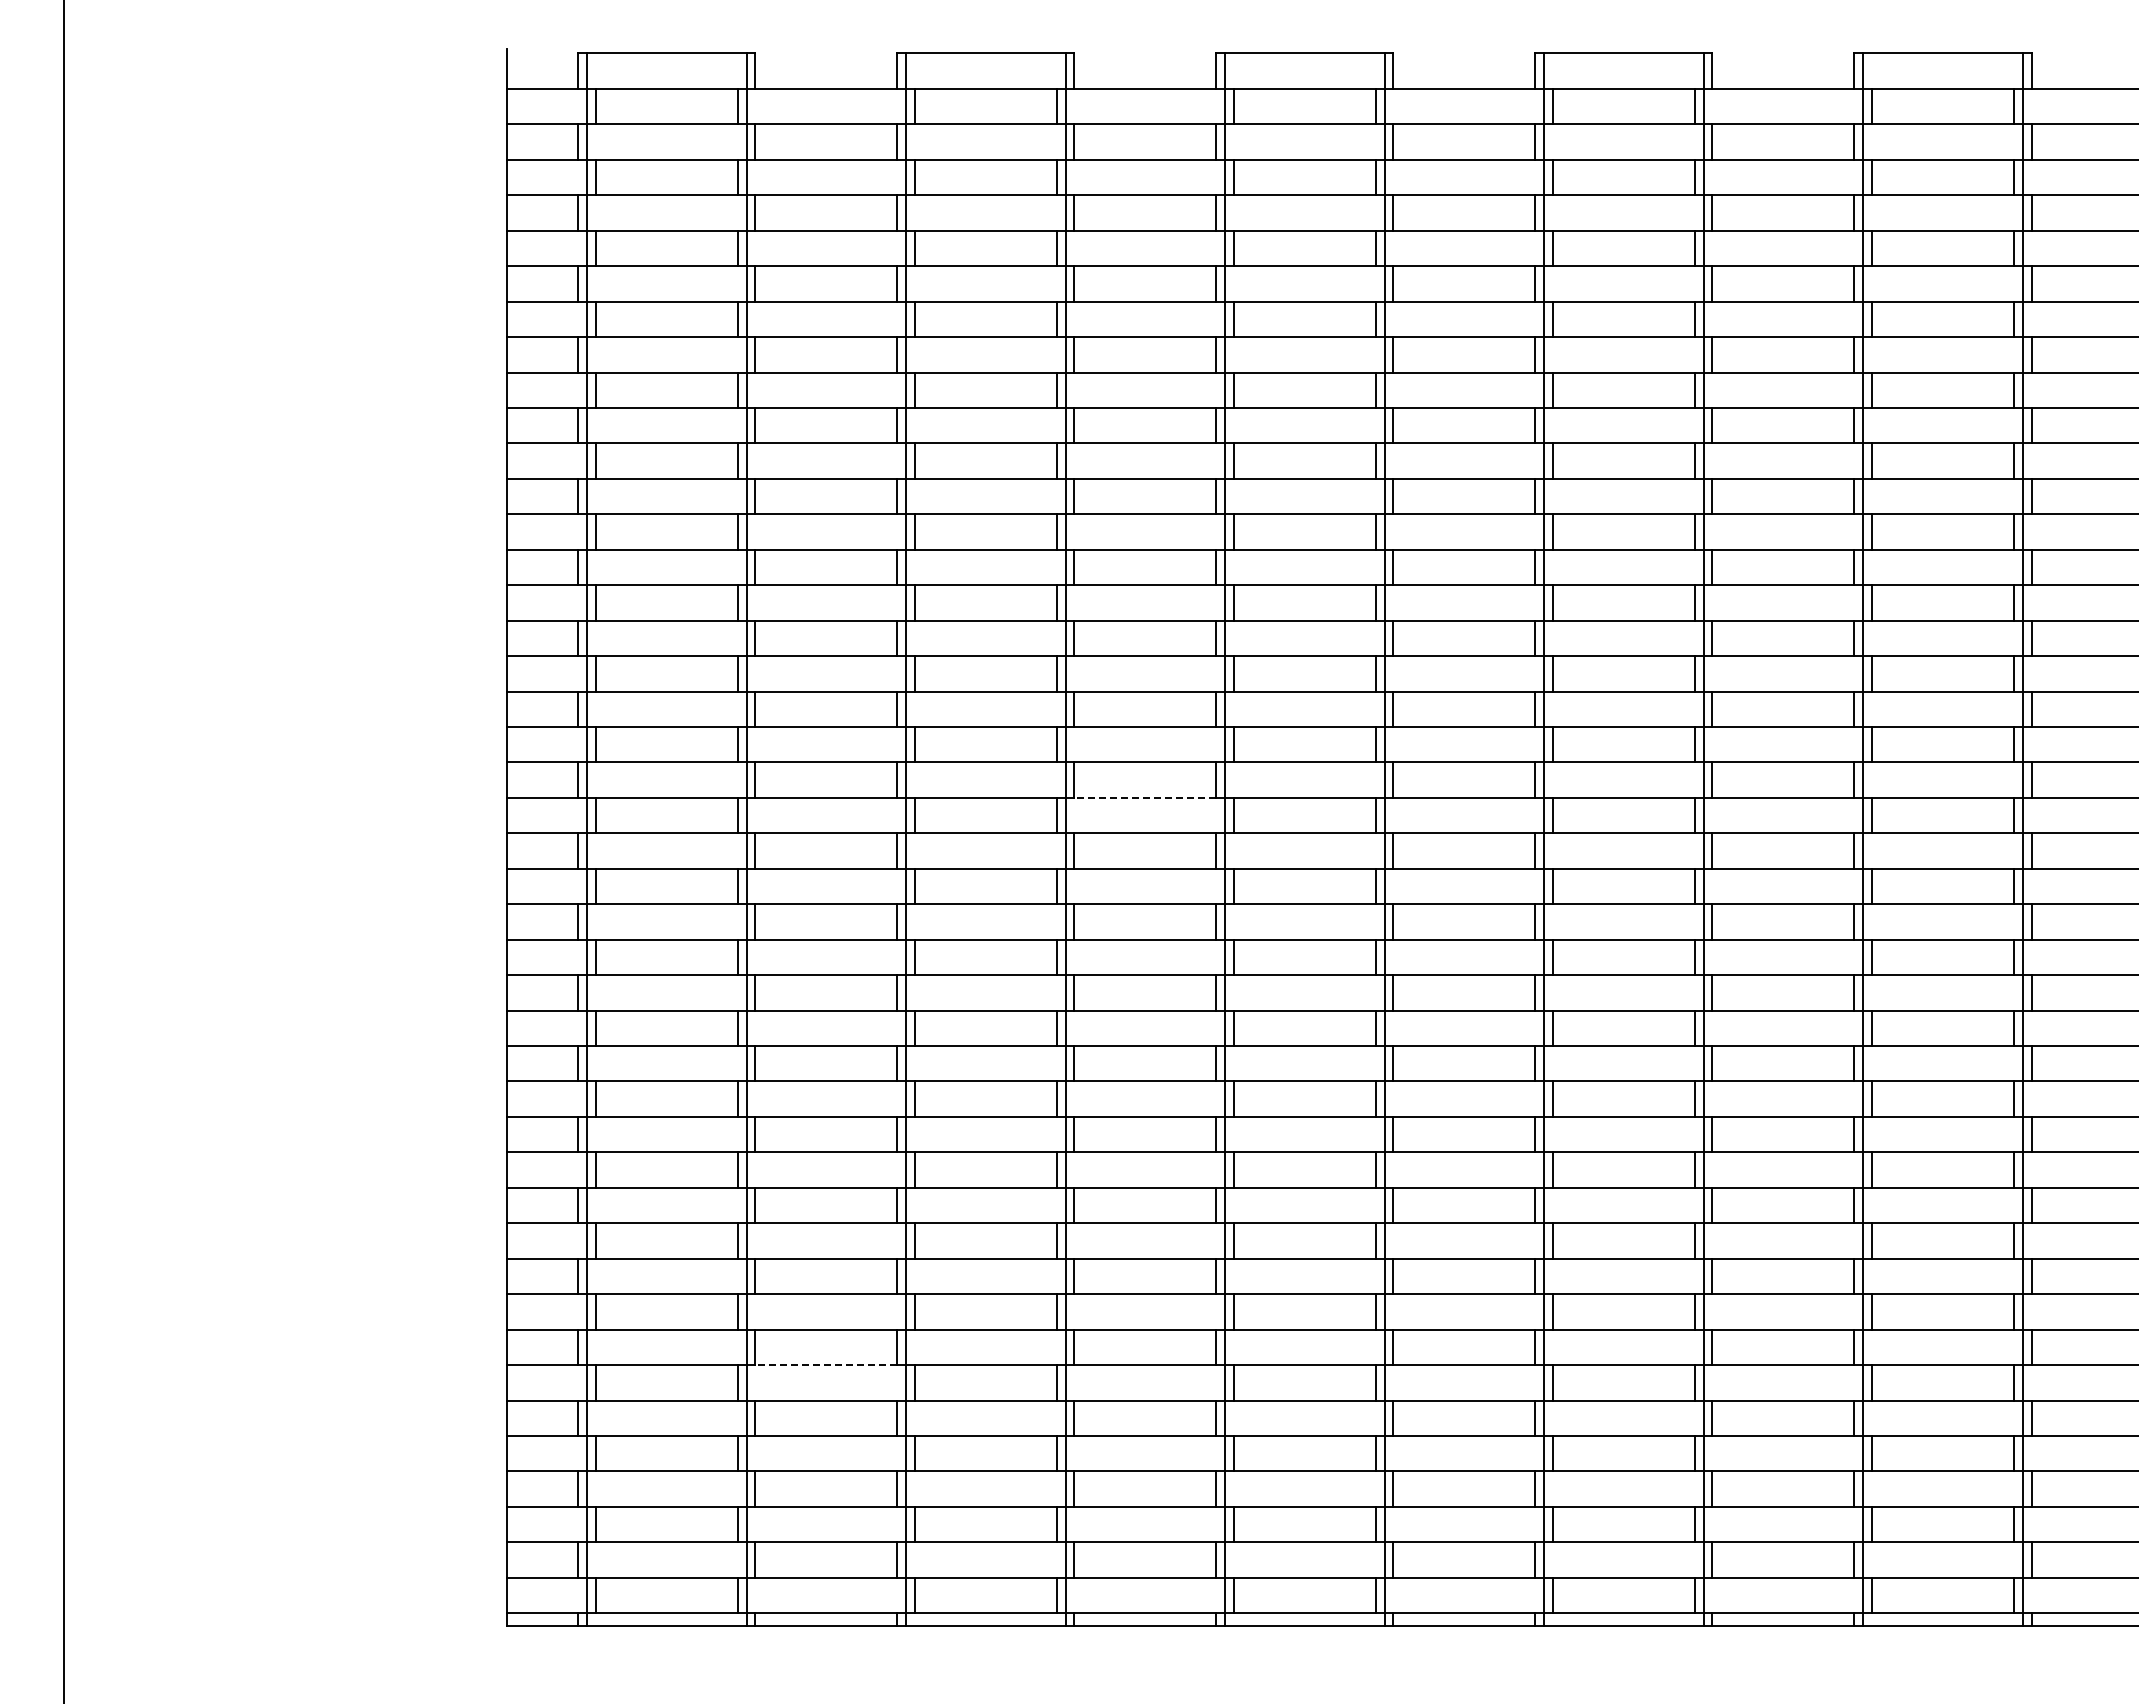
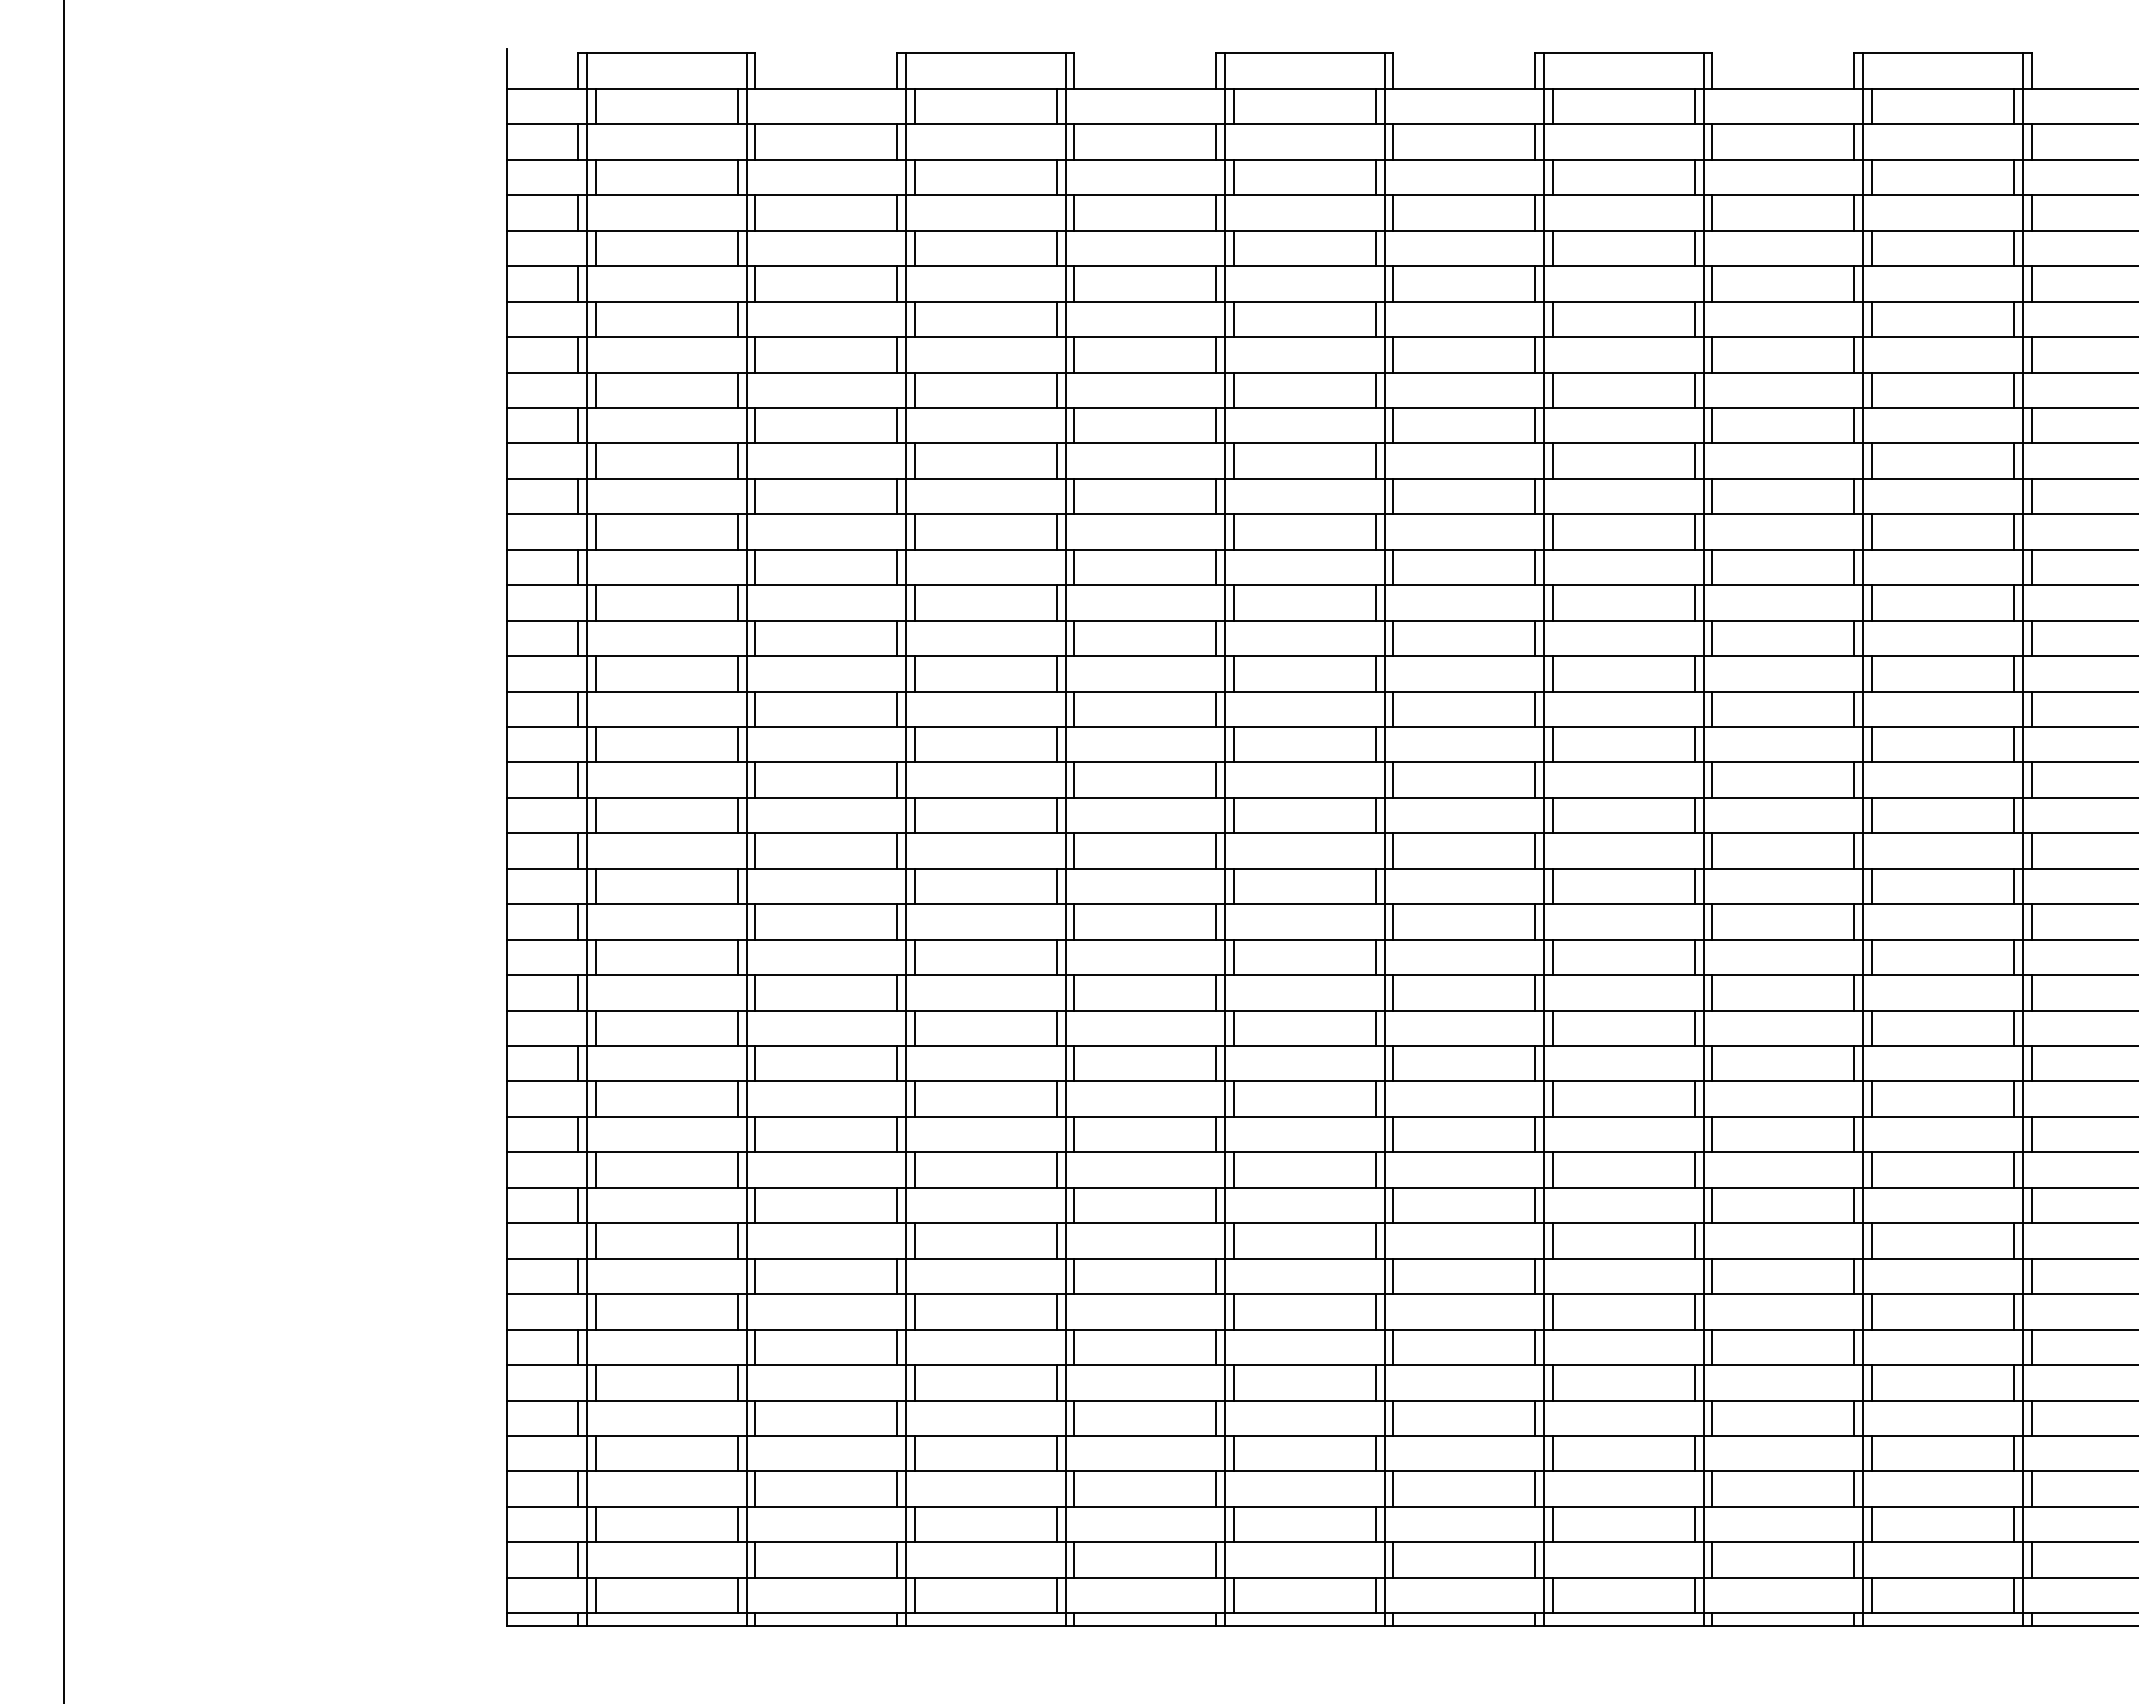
line at (1145, 797): dashed -> solid
line at (826, 1365): dashed -> solid
